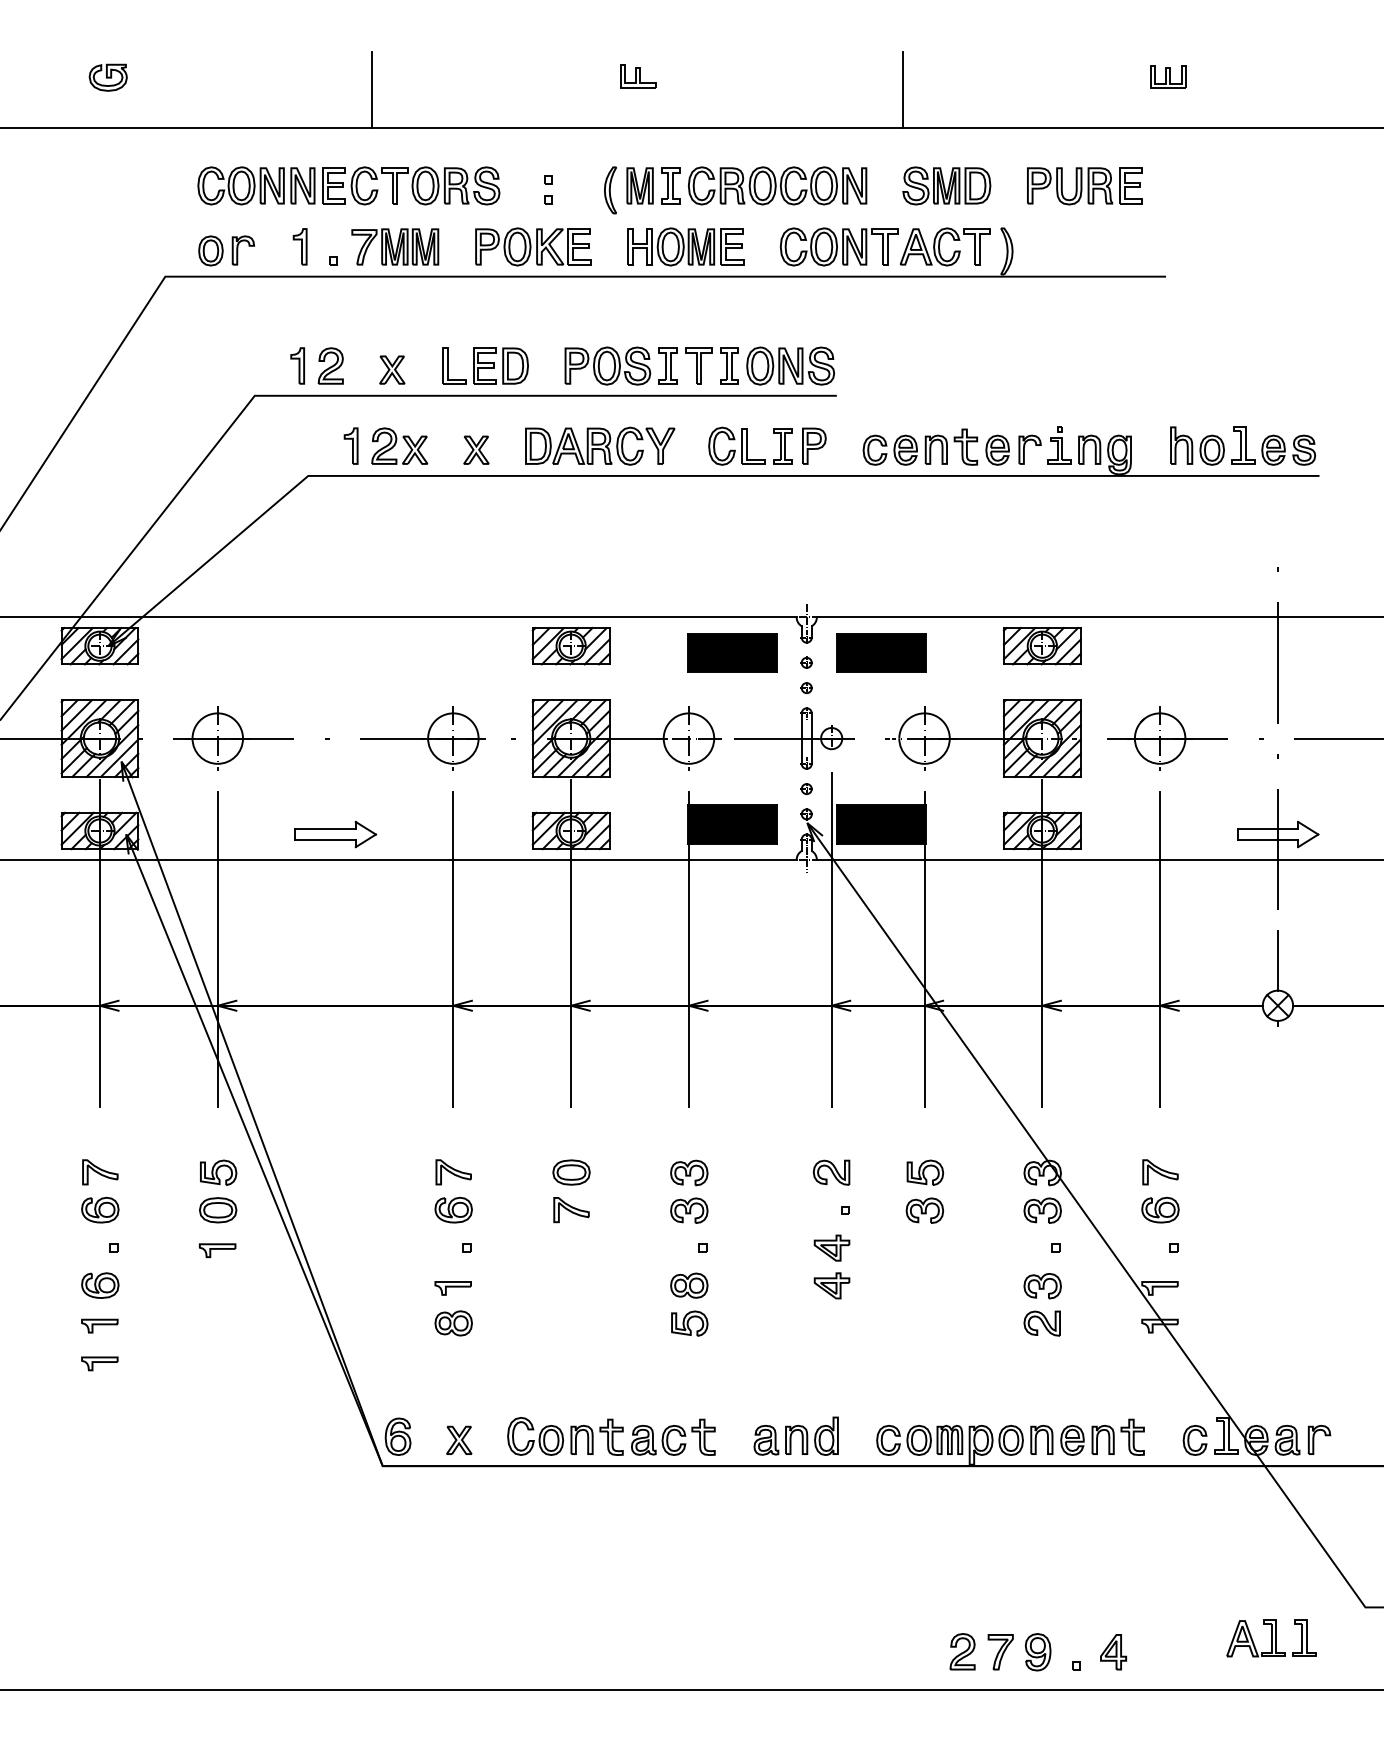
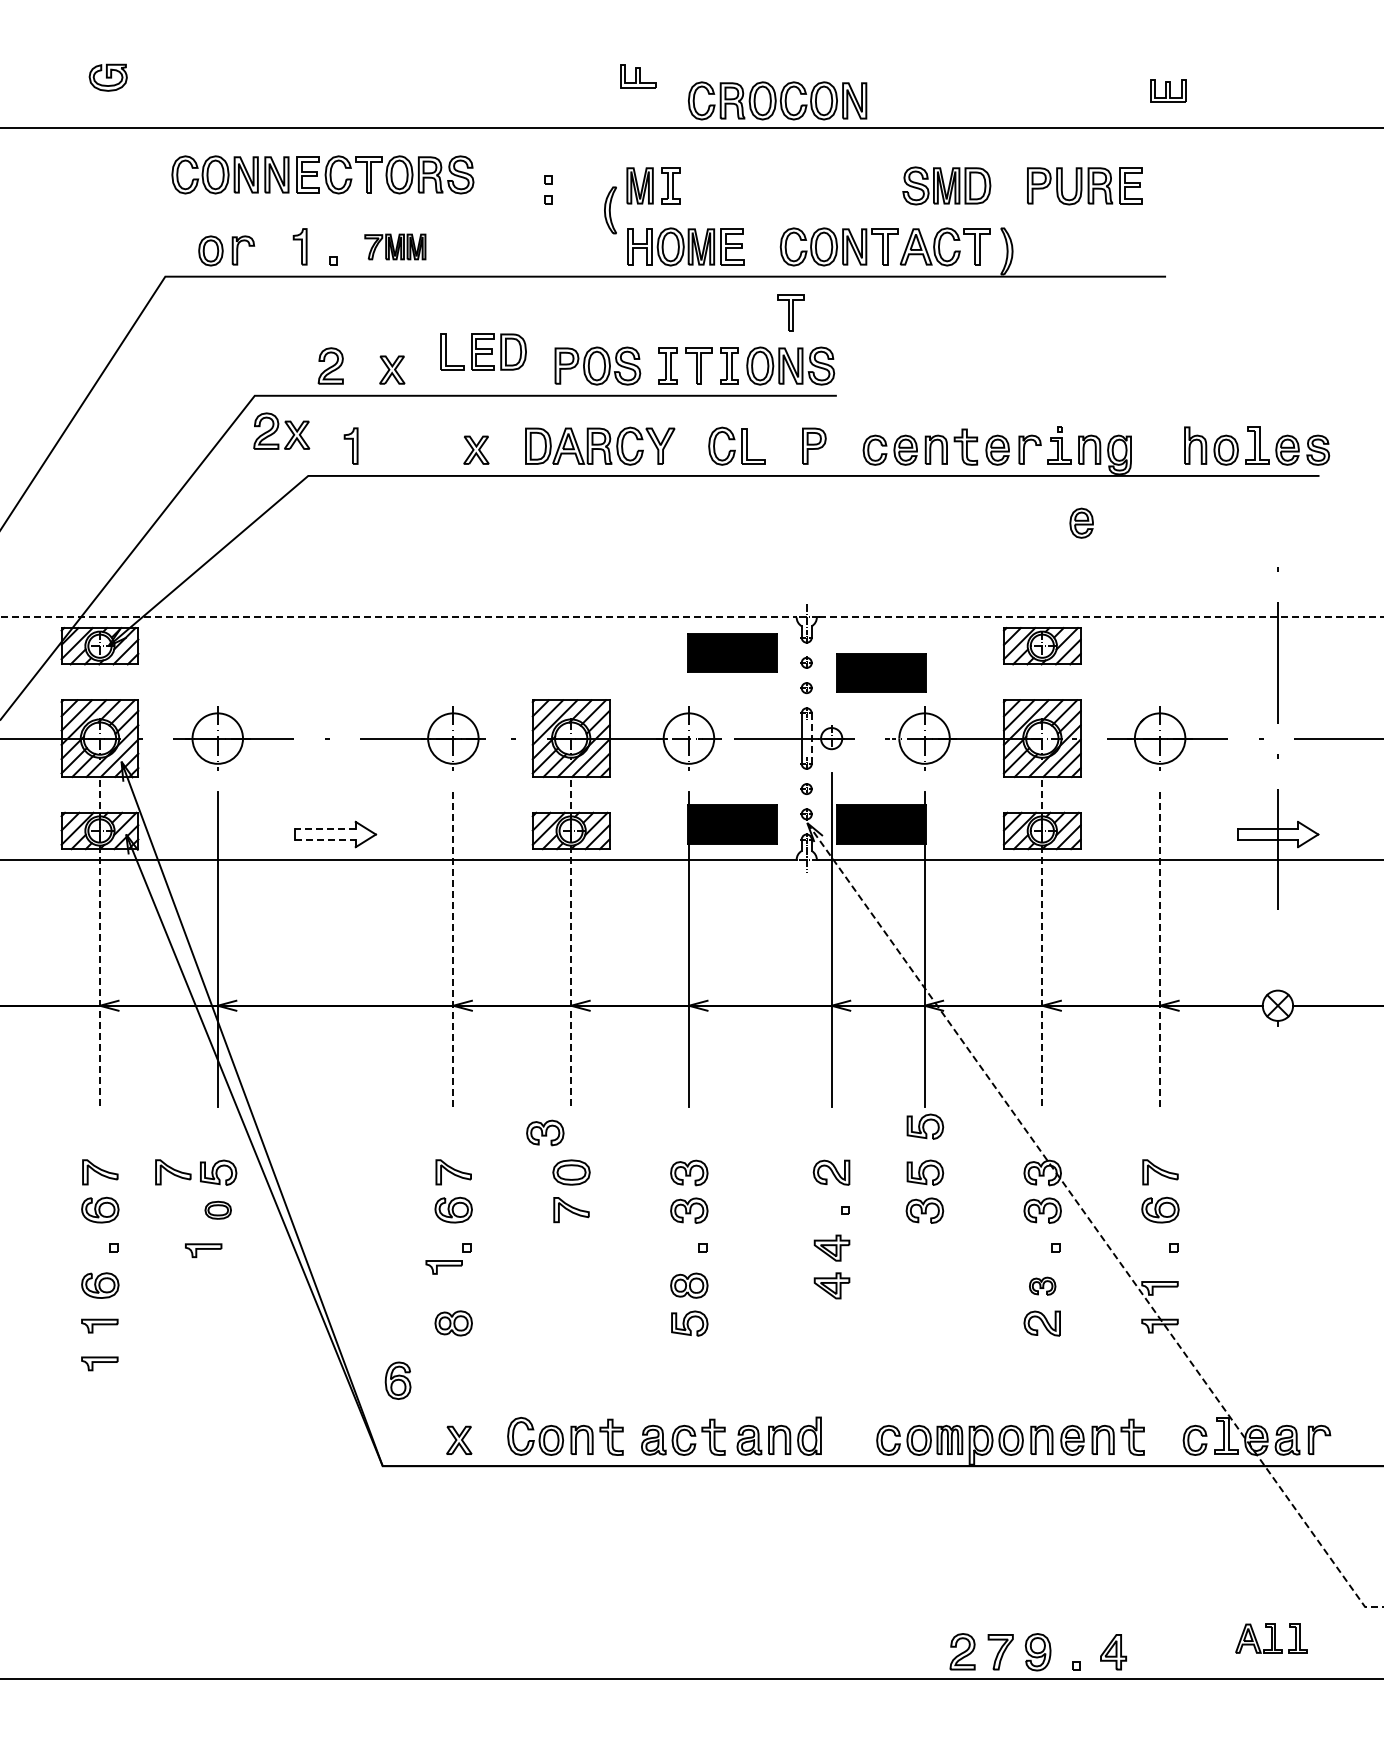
part at (1168, 76) position: (1168, 76) -> (1168, 90)
line at (372, 89): present -> none
line at (902, 89): present -> none
part at (348, 185) position: (348, 185) -> (322, 174)
part at (777, 185) position: (777, 185) -> (777, 100)
part at (610, 190) position: (610, 190) -> (610, 210)
part at (395, 246) size: 89x38 px -> 63x28 px
part at (533, 246): present -> none
part at (790, 312): none -> present
part at (297, 365): present -> none
part at (485, 365) position: (485, 365) -> (483, 351)
part at (607, 365) position: (607, 365) -> (597, 365)
part at (399, 445) position: (399, 445) -> (281, 430)
part at (1243, 445) position: (1243, 445) -> (1257, 445)
part at (782, 446): present -> none
part at (1081, 522): none -> present
line at (399, 617): solid -> dashed
line at (1099, 617): solid -> dashed
part at (570, 646): present -> none
part at (881, 652) position: (881, 652) -> (881, 672)
line at (811, 739): solid -> dashed
line at (324, 829): solid -> dashed
line at (325, 839): solid -> dashed
line at (99, 943): solid -> dashed
line at (571, 943): solid -> dashed
line at (1042, 943): solid -> dashed
line at (453, 949): solid -> dashed
line at (1160, 949): solid -> dashed
line at (1277, 960): present -> none
part at (925, 1126): none -> present
part at (545, 1132): none -> present
part at (173, 1172): none -> present
part at (218, 1210) size: 39x27 px -> 28x20 px
line at (1091, 1223): solid -> dashed
part at (217, 1250) position: (217, 1250) -> (203, 1250)
part at (1042, 1286) size: 39x27 px -> 28x20 px
part at (452, 1288) position: (452, 1288) -> (443, 1267)
part at (795, 1435) position: (795, 1435) -> (778, 1435)
part at (397, 1436) position: (397, 1436) -> (397, 1380)
part at (673, 1436) position: (673, 1436) -> (683, 1436)
part at (1271, 1638) size: 91x39 px -> 73x31 px
line at (691, 1689) position: (691, 1689) -> (691, 1678)
